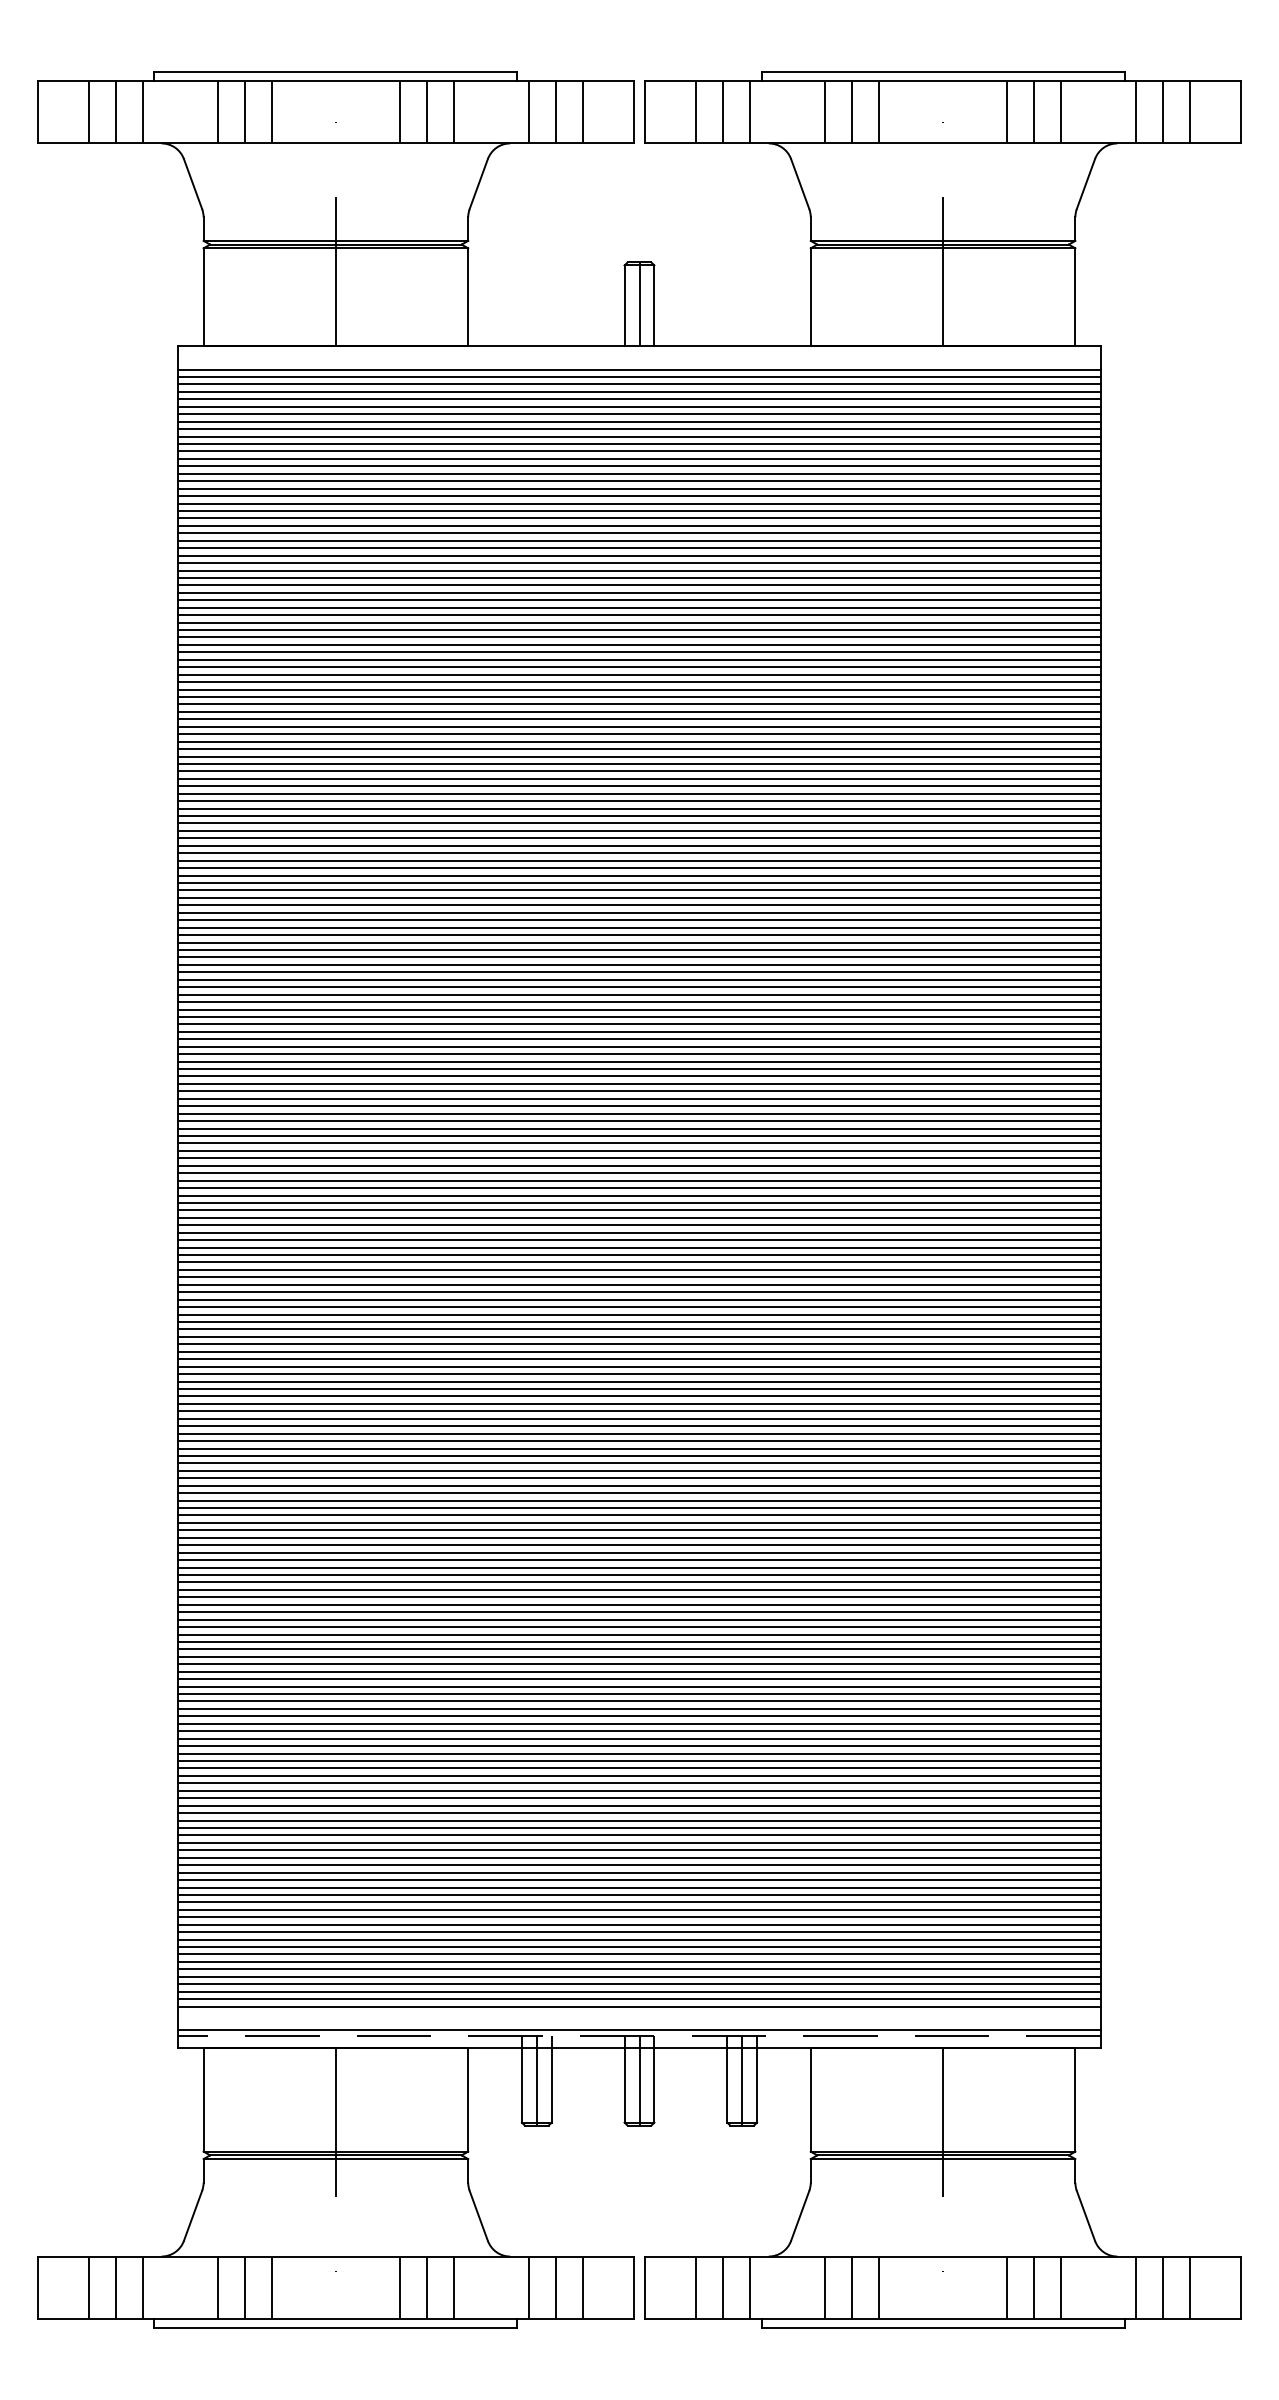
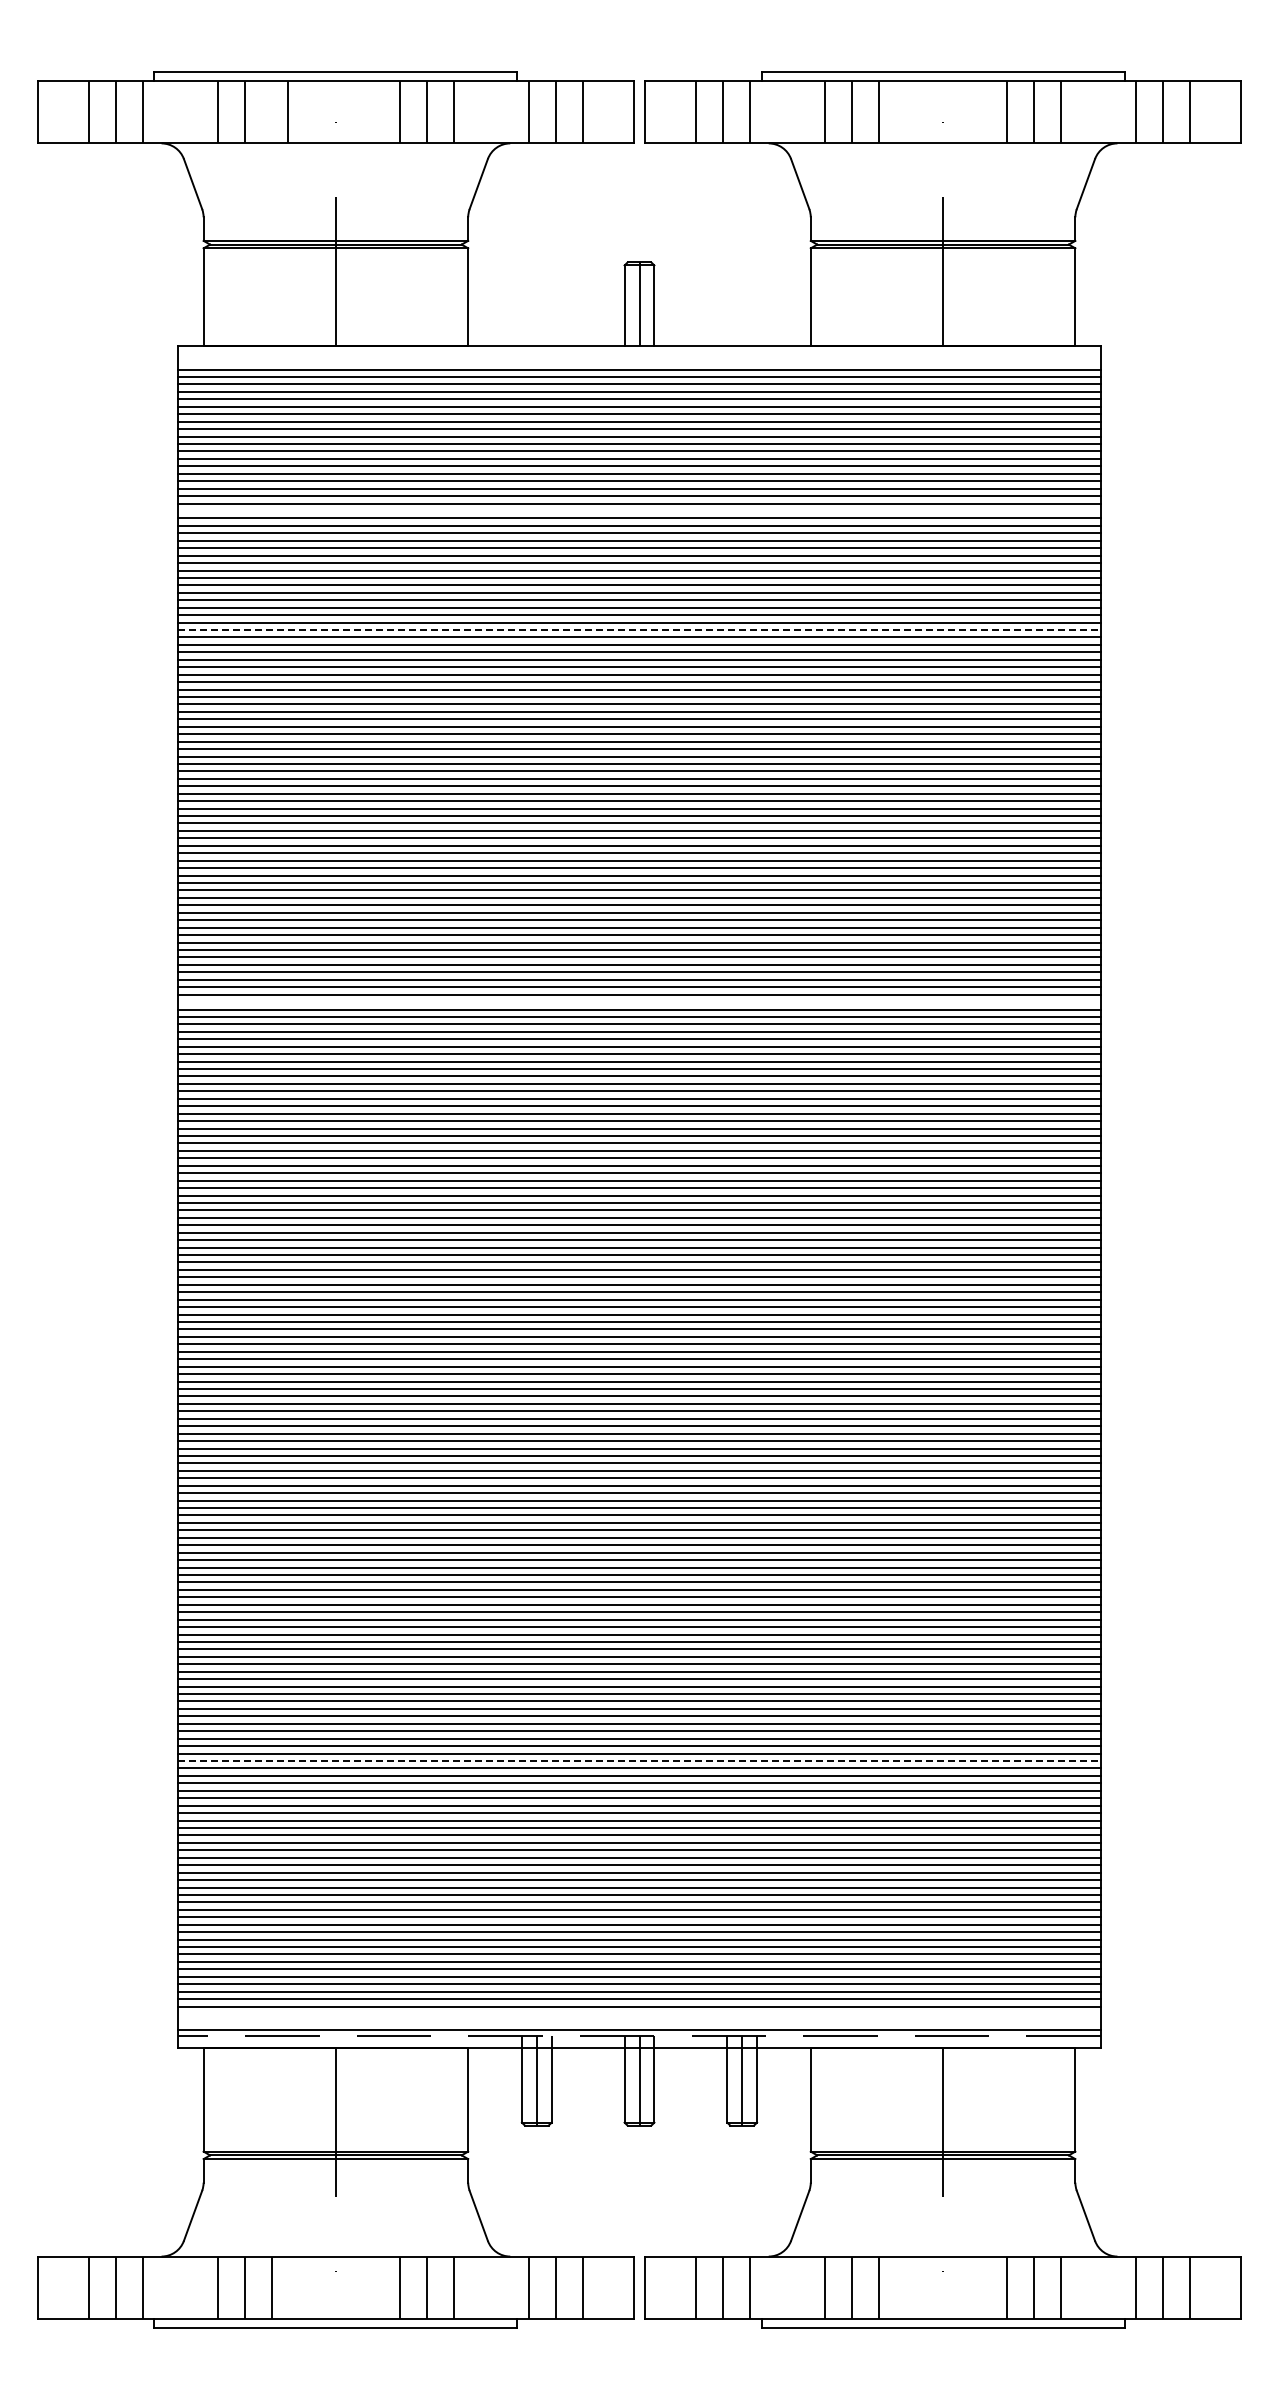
line at (271, 111) position: (271, 111) -> (287, 111)
line at (639, 510): present -> none
line at (639, 630): solid -> dashed
line at (639, 1002): present -> none
line at (639, 1761): solid -> dashed
